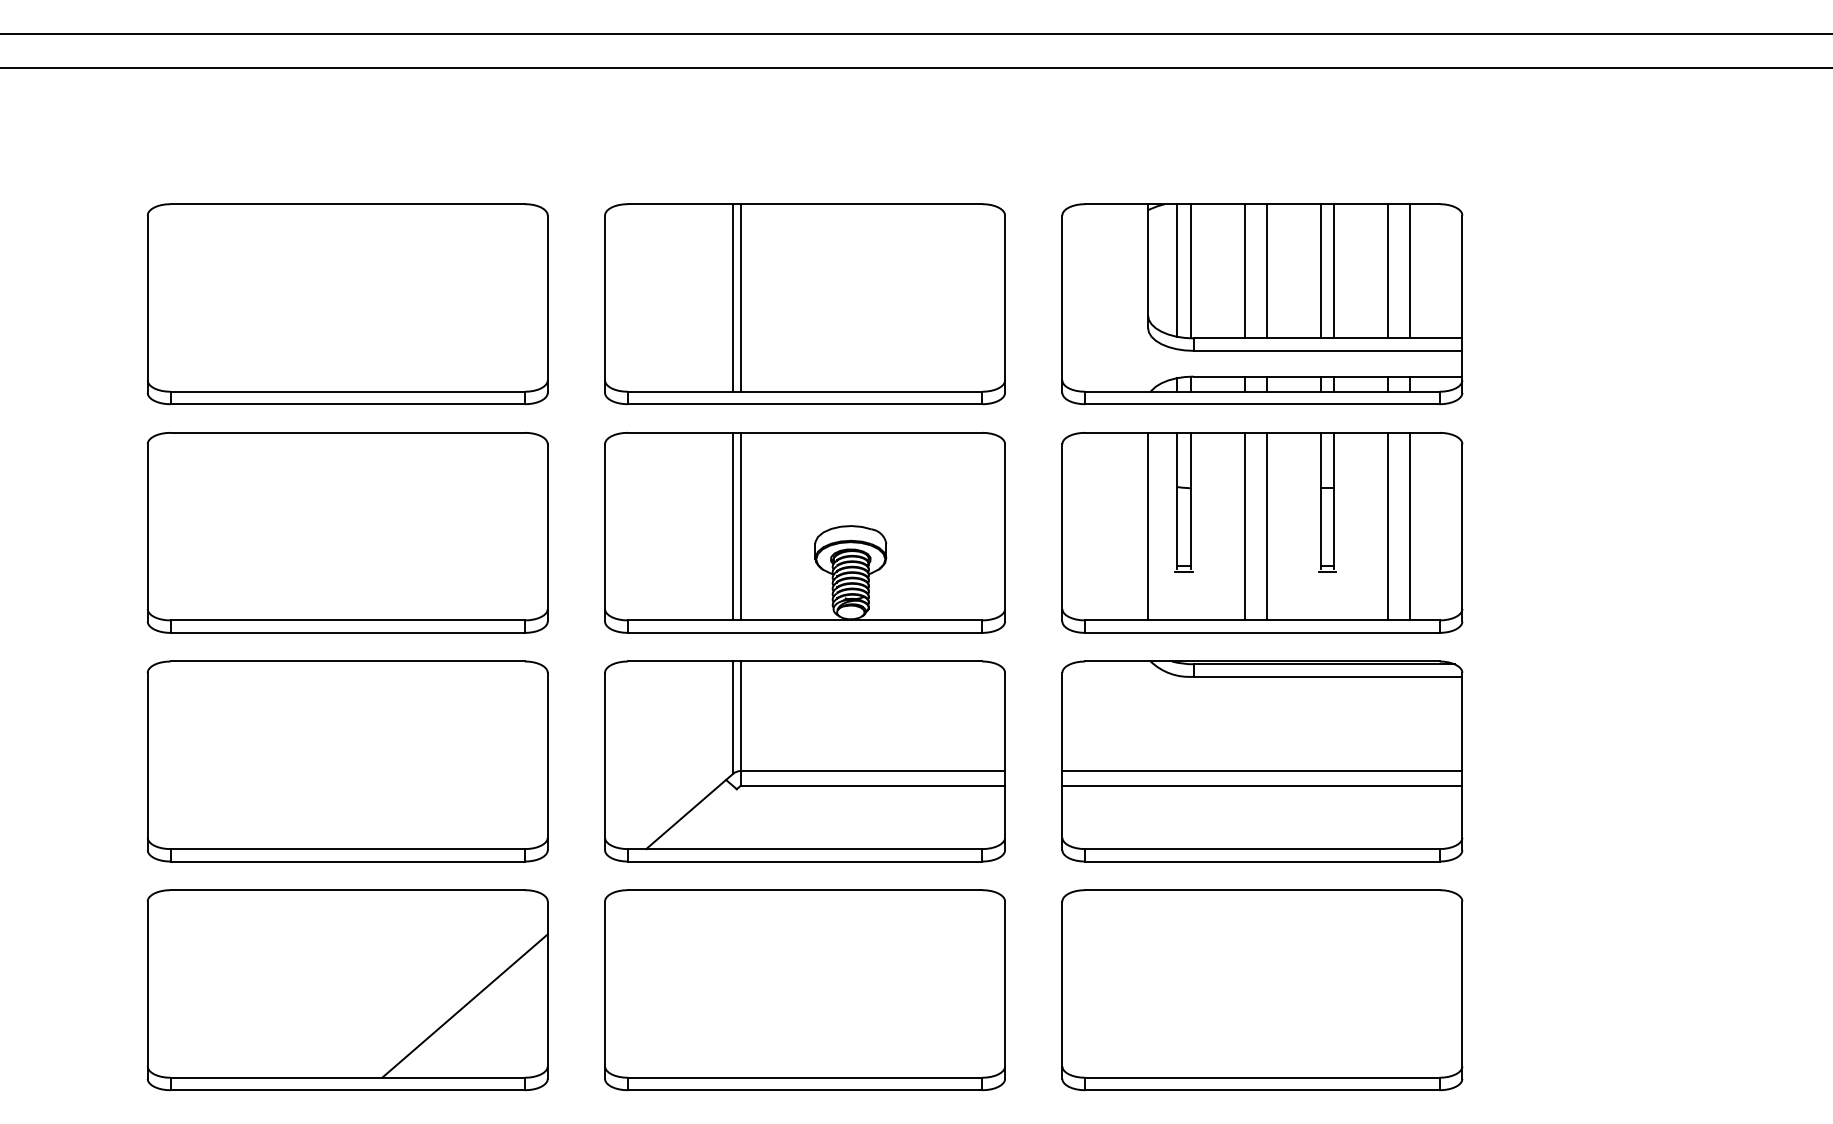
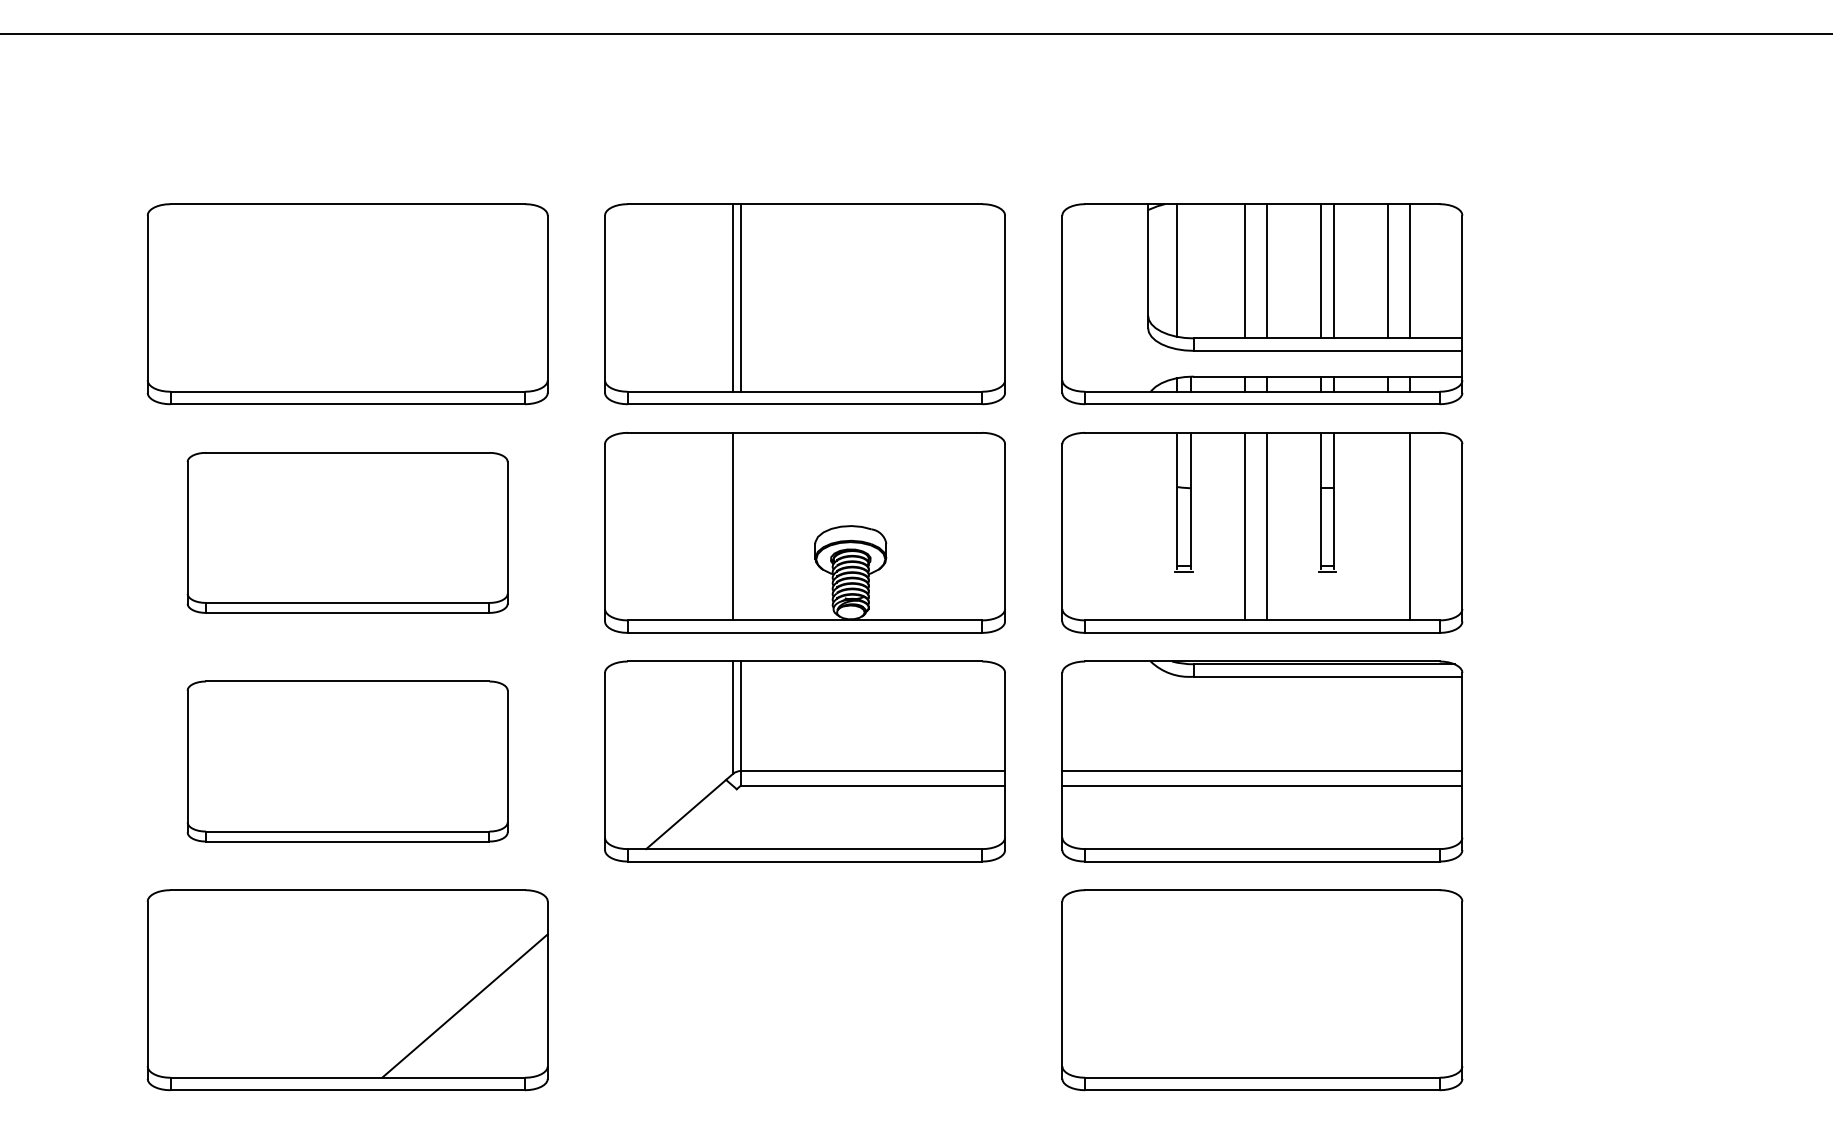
line at (915, 68): present -> none
line at (1190, 271): present -> none
line at (740, 526): present -> none
line at (1148, 526): present -> none
line at (1388, 526): present -> none
part at (347, 532) size: 403x202 px -> 323x162 px
part at (347, 761) size: 403x203 px -> 323x163 px
part at (804, 990): present -> none
